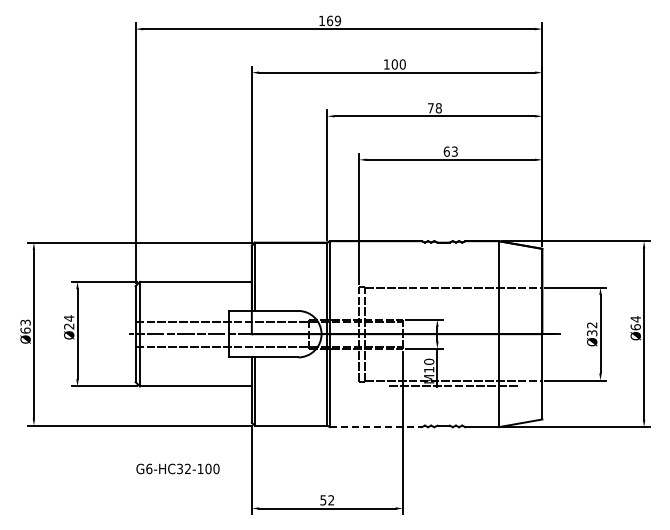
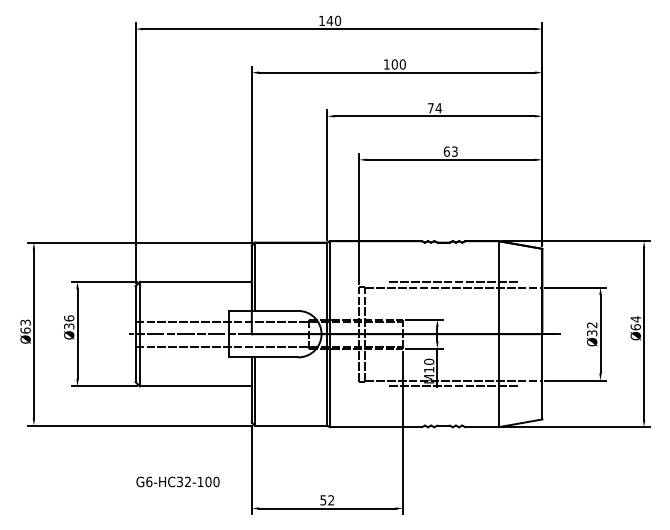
text at (333, 20): 169 -> 140
text at (438, 108): 78 -> 74
line at (454, 281): none -> present
text at (69, 322): Ø24 -> Ø36
line at (375, 427): dashed -> solid
text at (177, 468) position: (177, 468) -> (177, 481)
